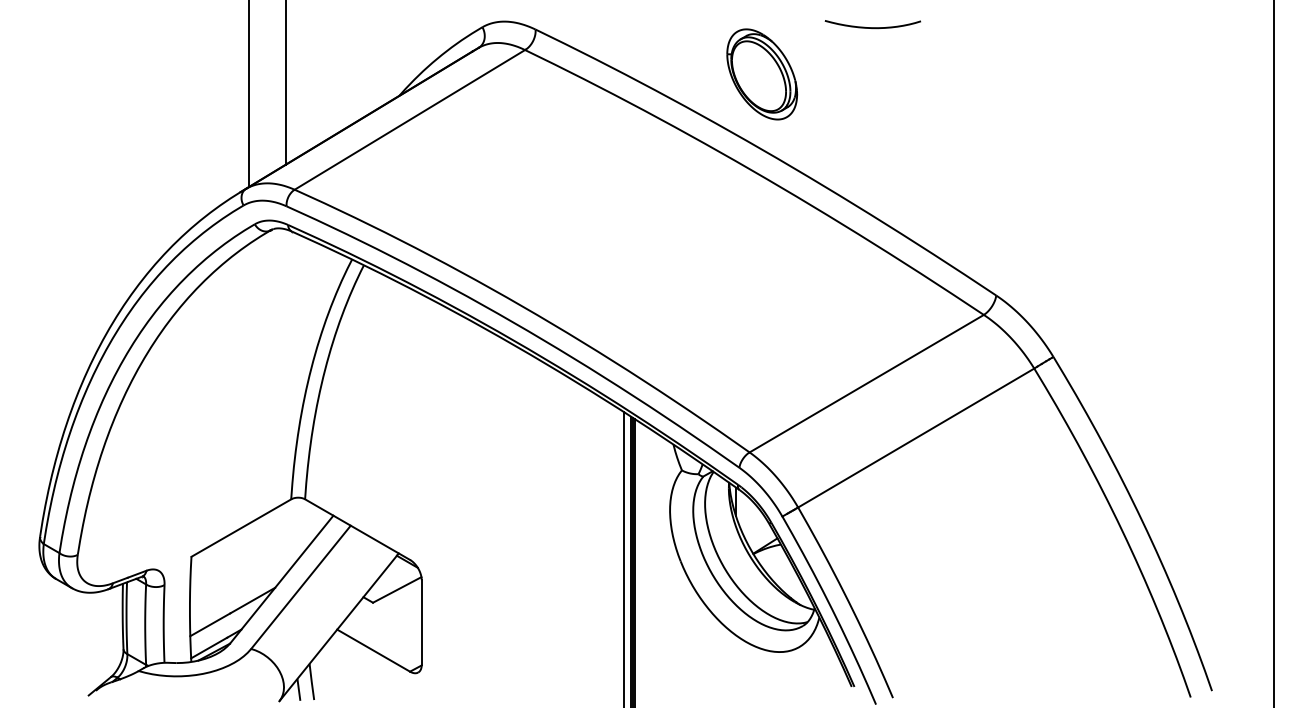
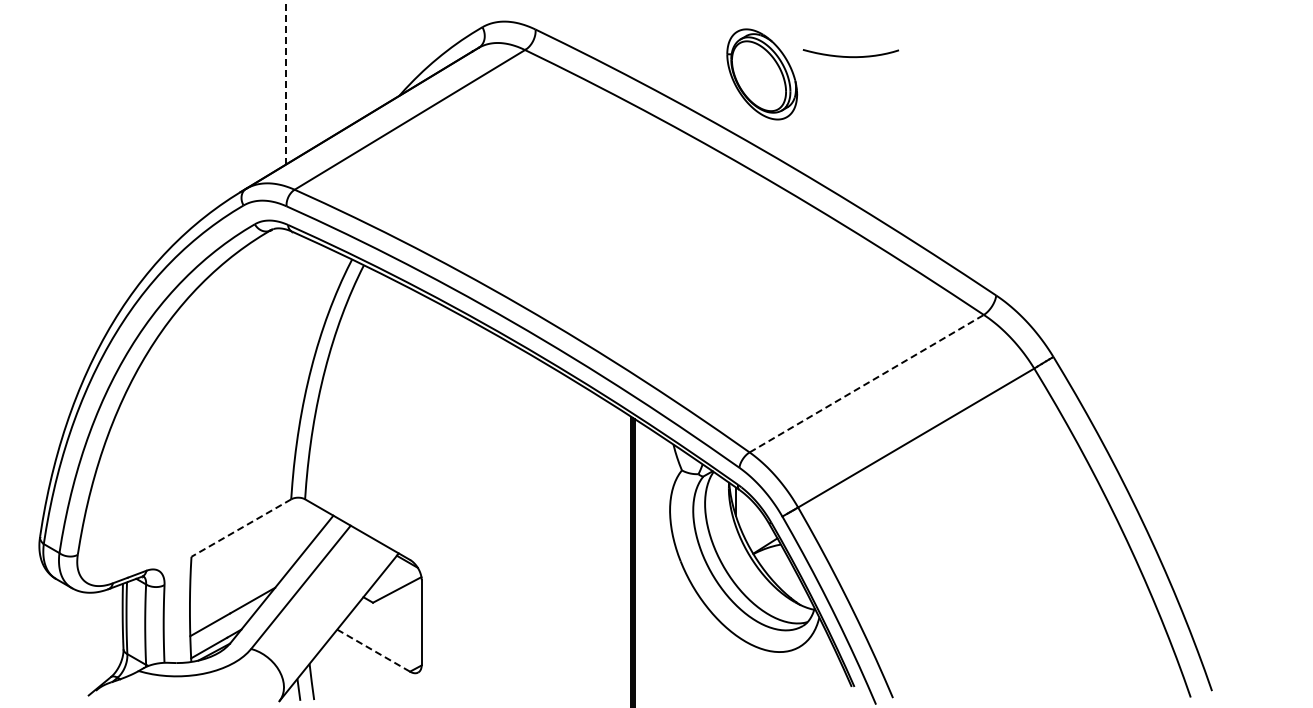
curve at (872, 27) position: (872, 27) -> (850, 56)
line at (285, 82): solid -> dashed
line at (249, 94): present -> none
line at (1273, 353): present -> none
line at (866, 383): solid -> dashed
line at (241, 528): solid -> dashed
line at (624, 558): present -> none
line at (374, 650): solid -> dashed
